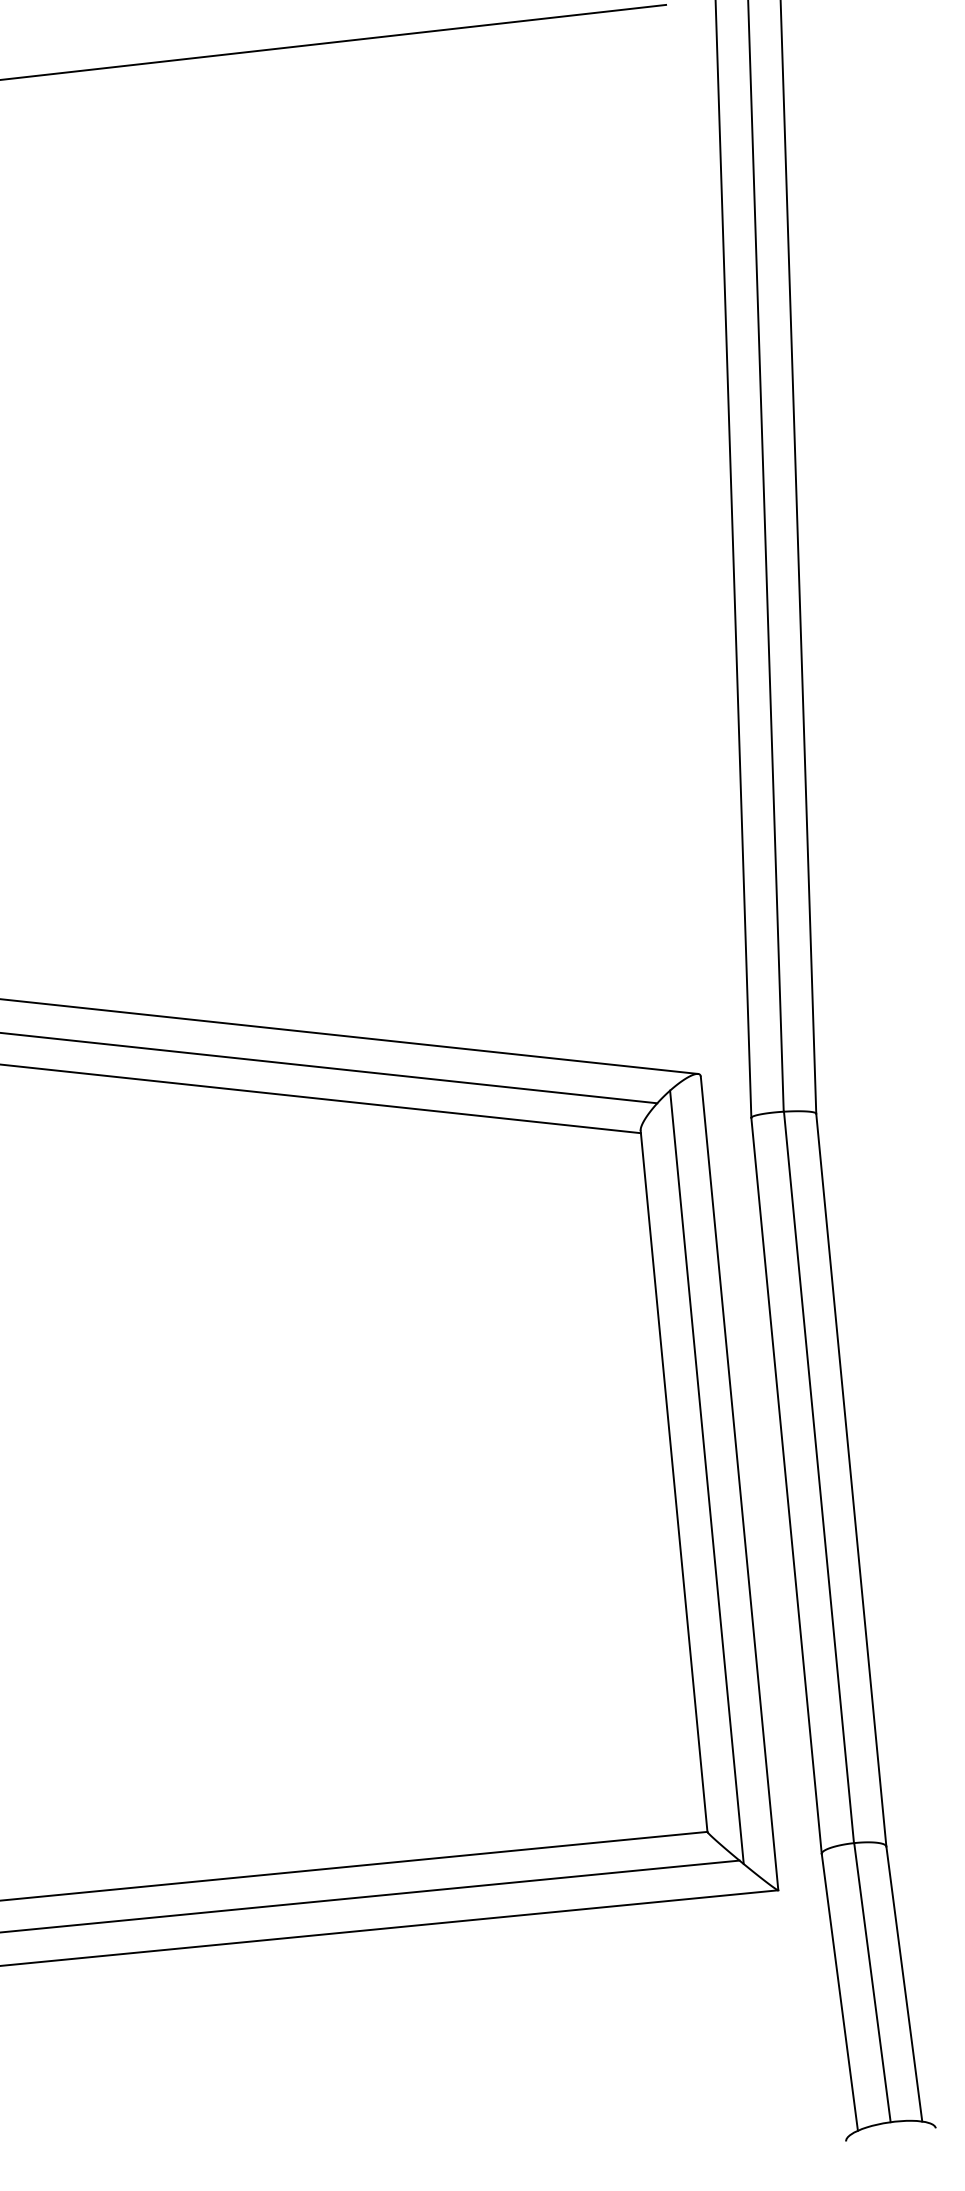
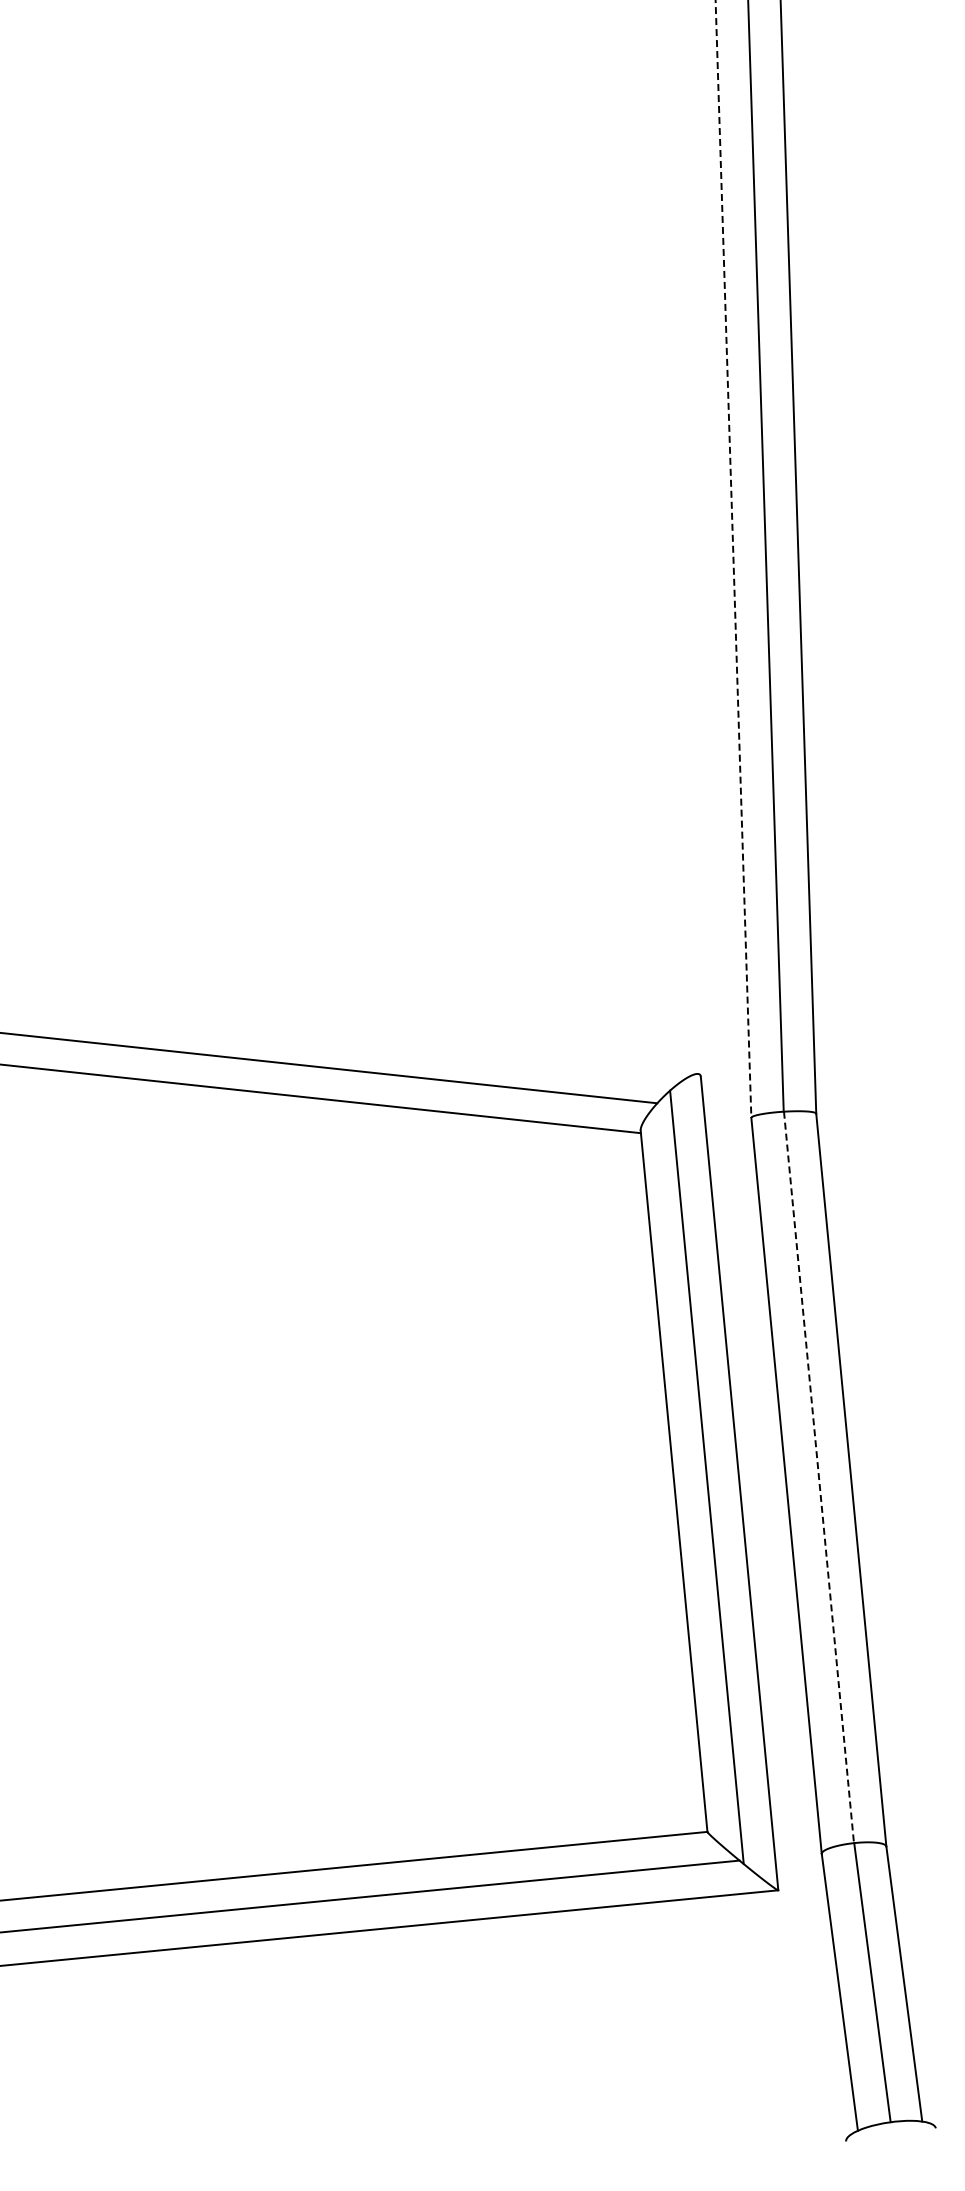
line at (334, 41): present -> none
line at (733, 559): solid -> dashed
line at (350, 1036): present -> none
line at (819, 1477): solid -> dashed
